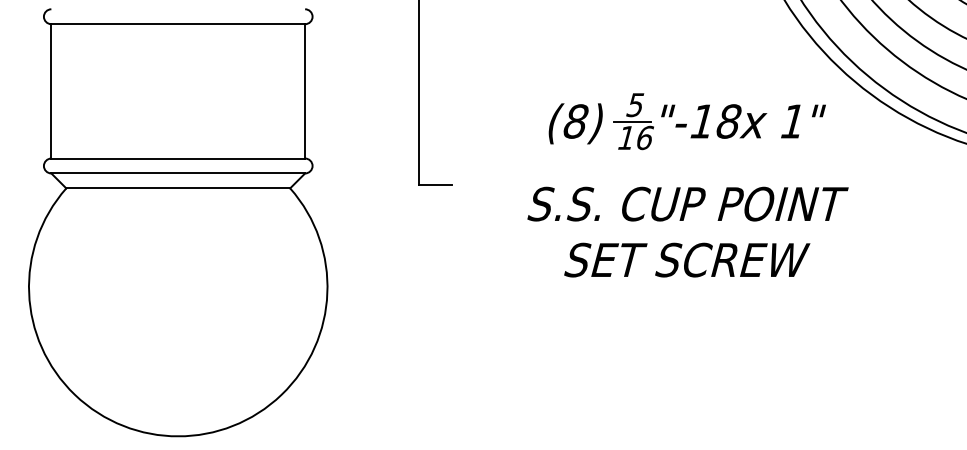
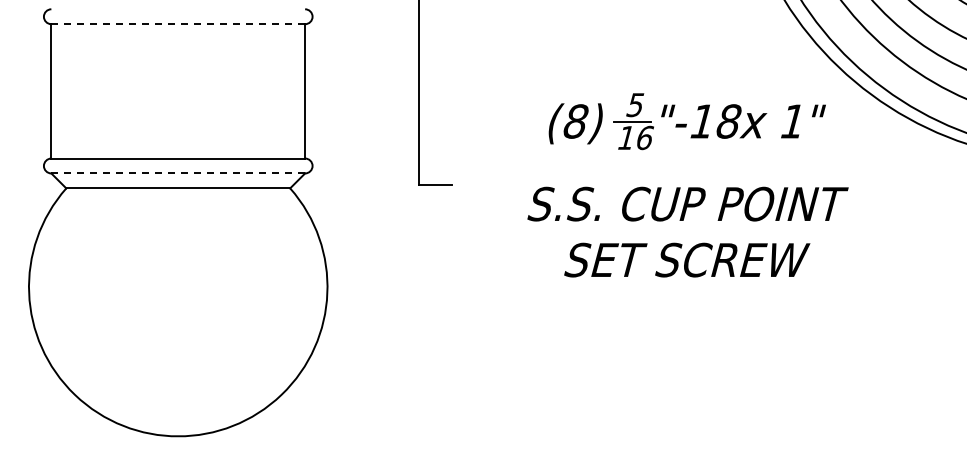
line at (178, 24): solid -> dashed
line at (178, 173): solid -> dashed
